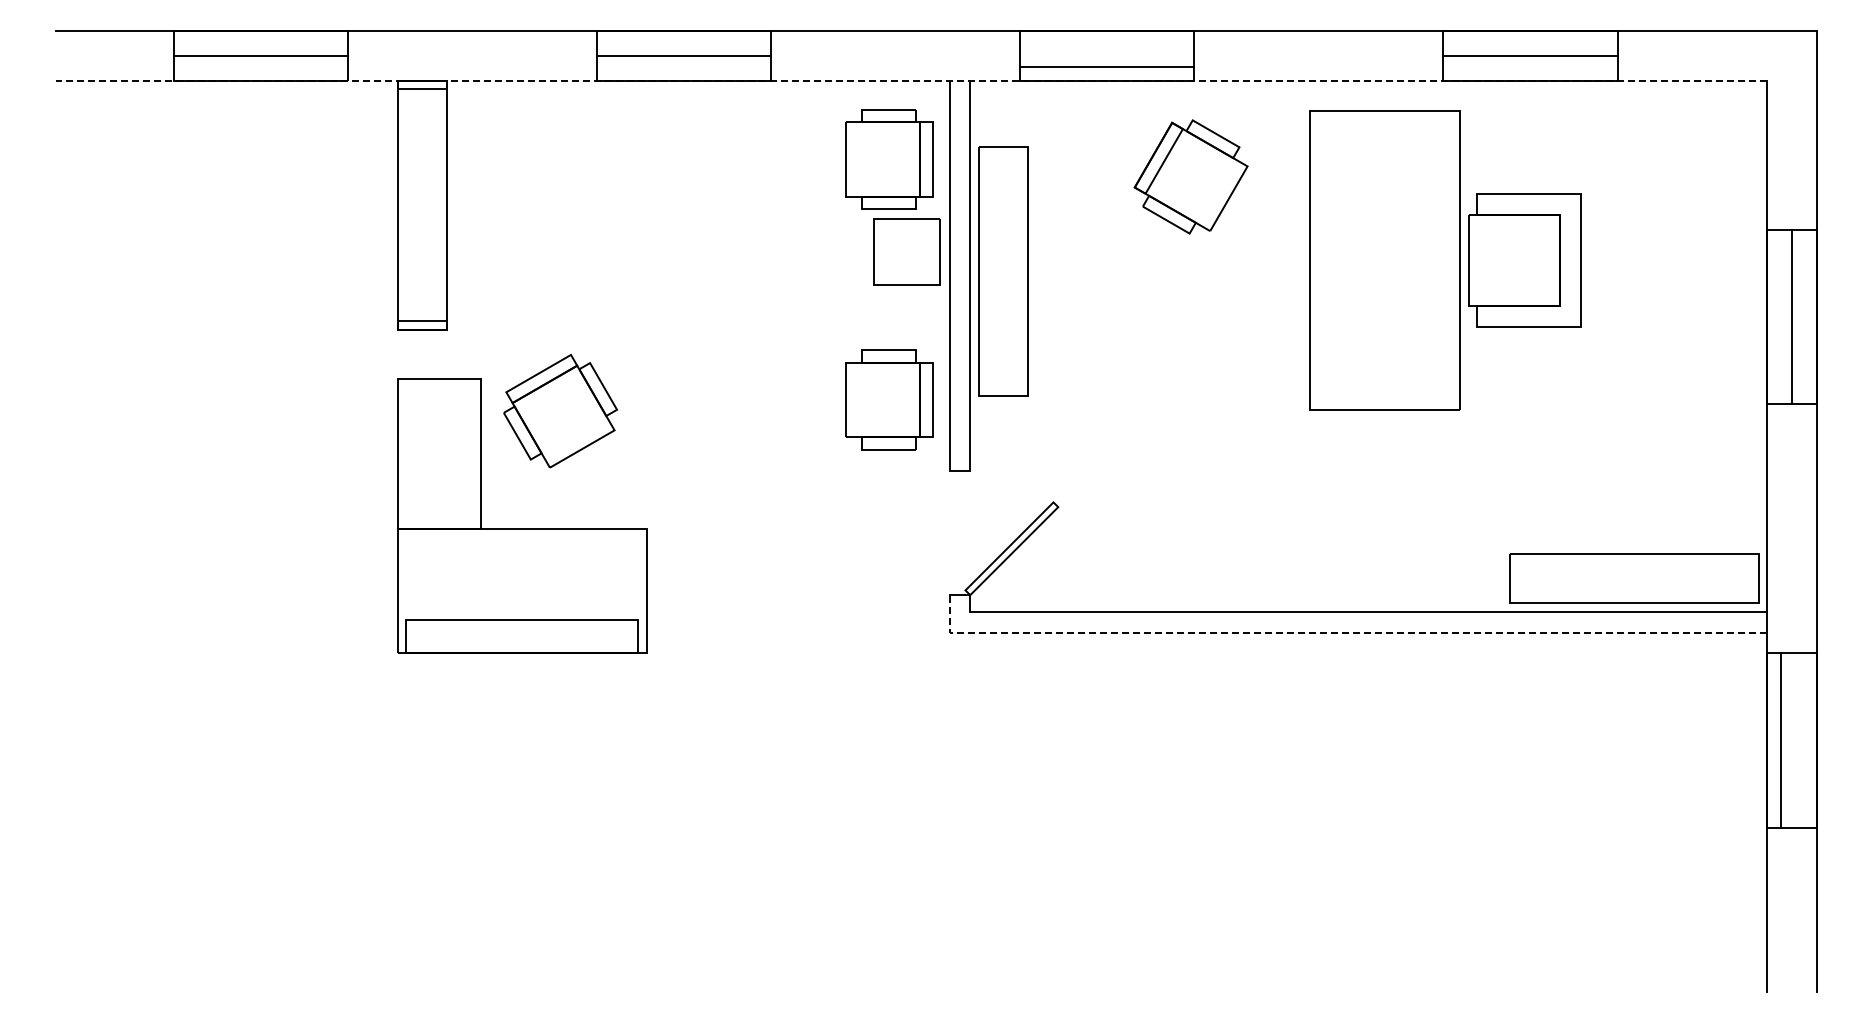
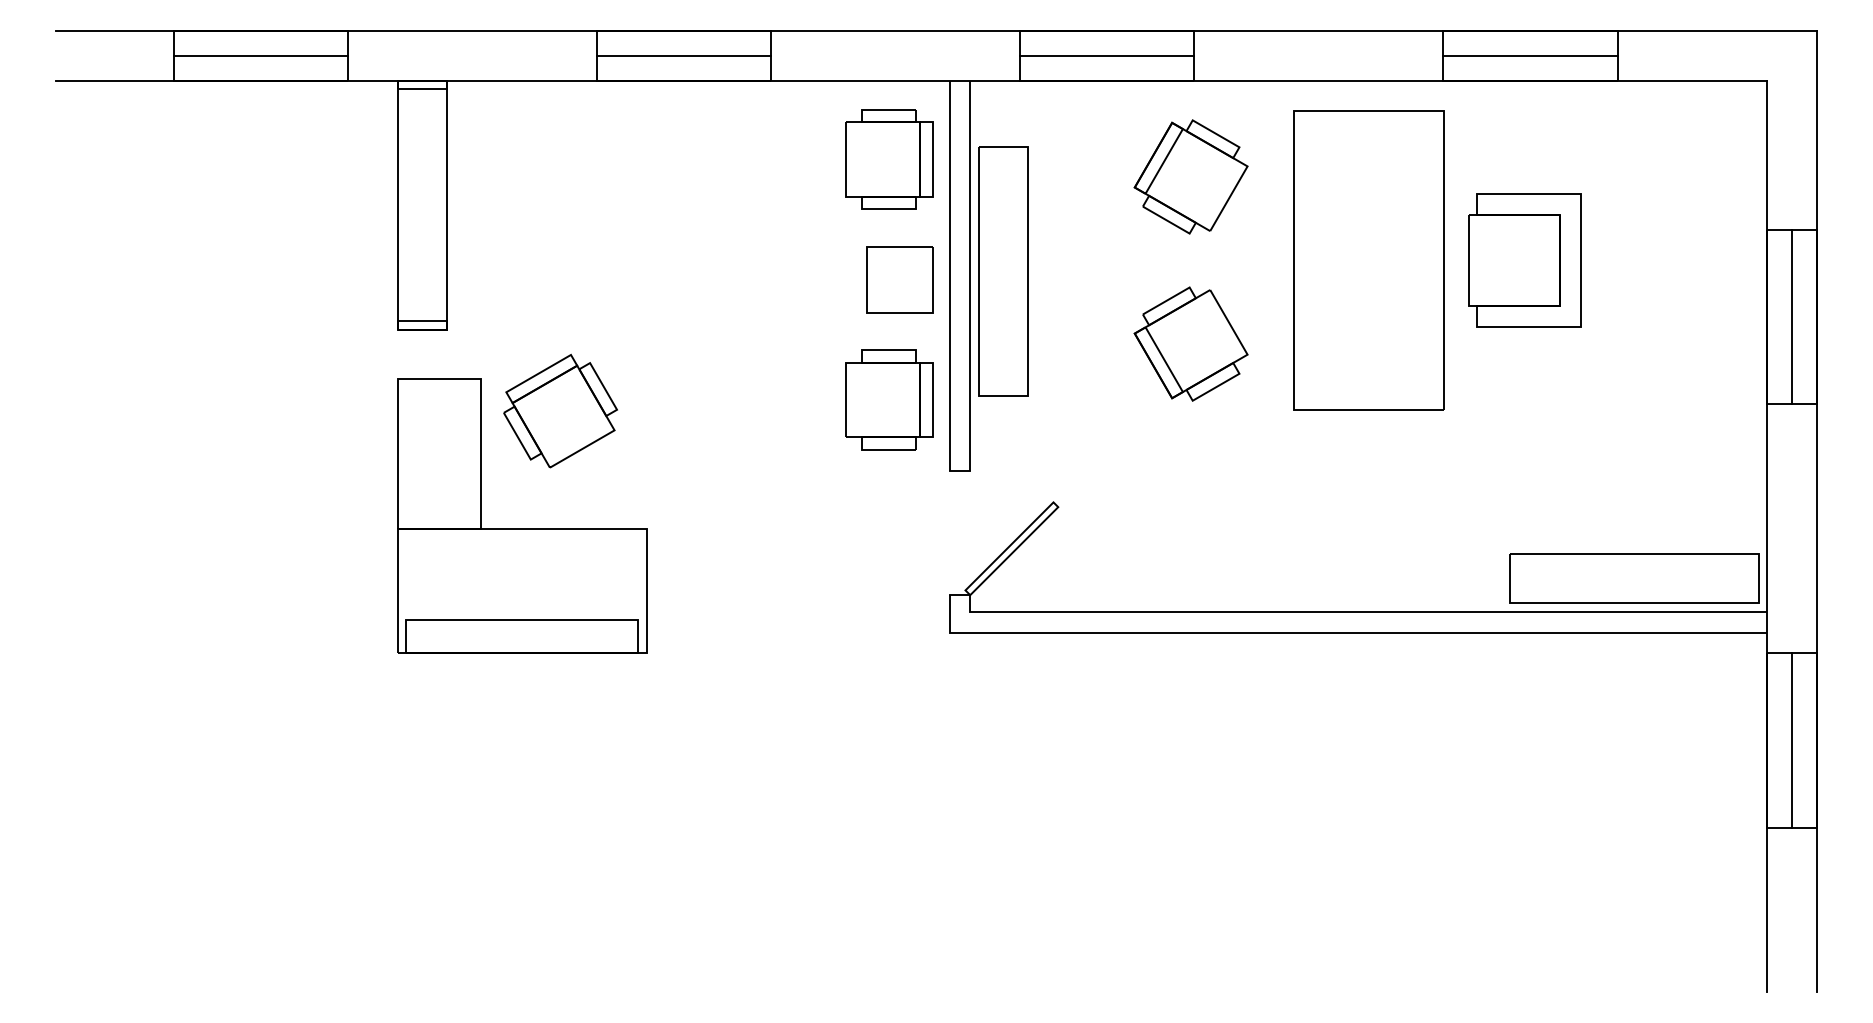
line at (1107, 66) position: (1107, 66) -> (1107, 55)
line at (911, 80): dashed -> solid
part at (906, 251) position: (906, 251) -> (899, 279)
part at (1384, 260) position: (1384, 260) -> (1368, 260)
part at (1190, 343): none -> present
line at (1338, 632): dashed -> solid
line at (1780, 740) position: (1780, 740) -> (1791, 740)
